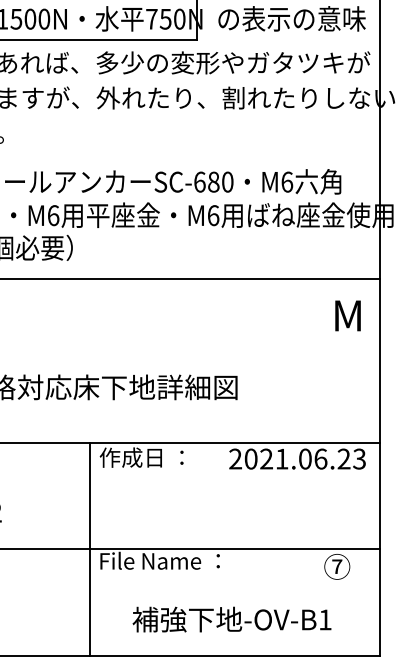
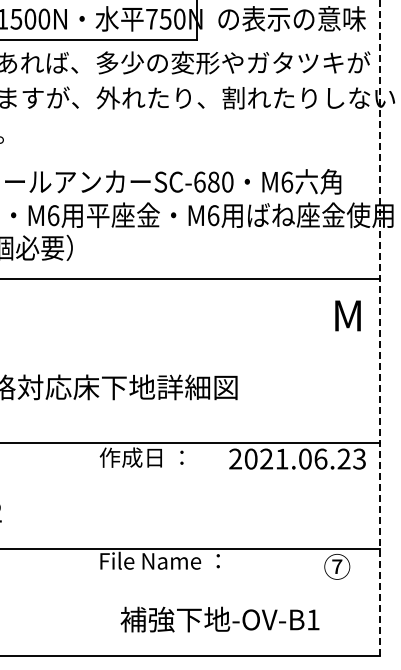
line at (380, 327): solid -> dashed
line at (89, 549): present -> none
text at (231, 619) position: (231, 619) -> (219, 619)
